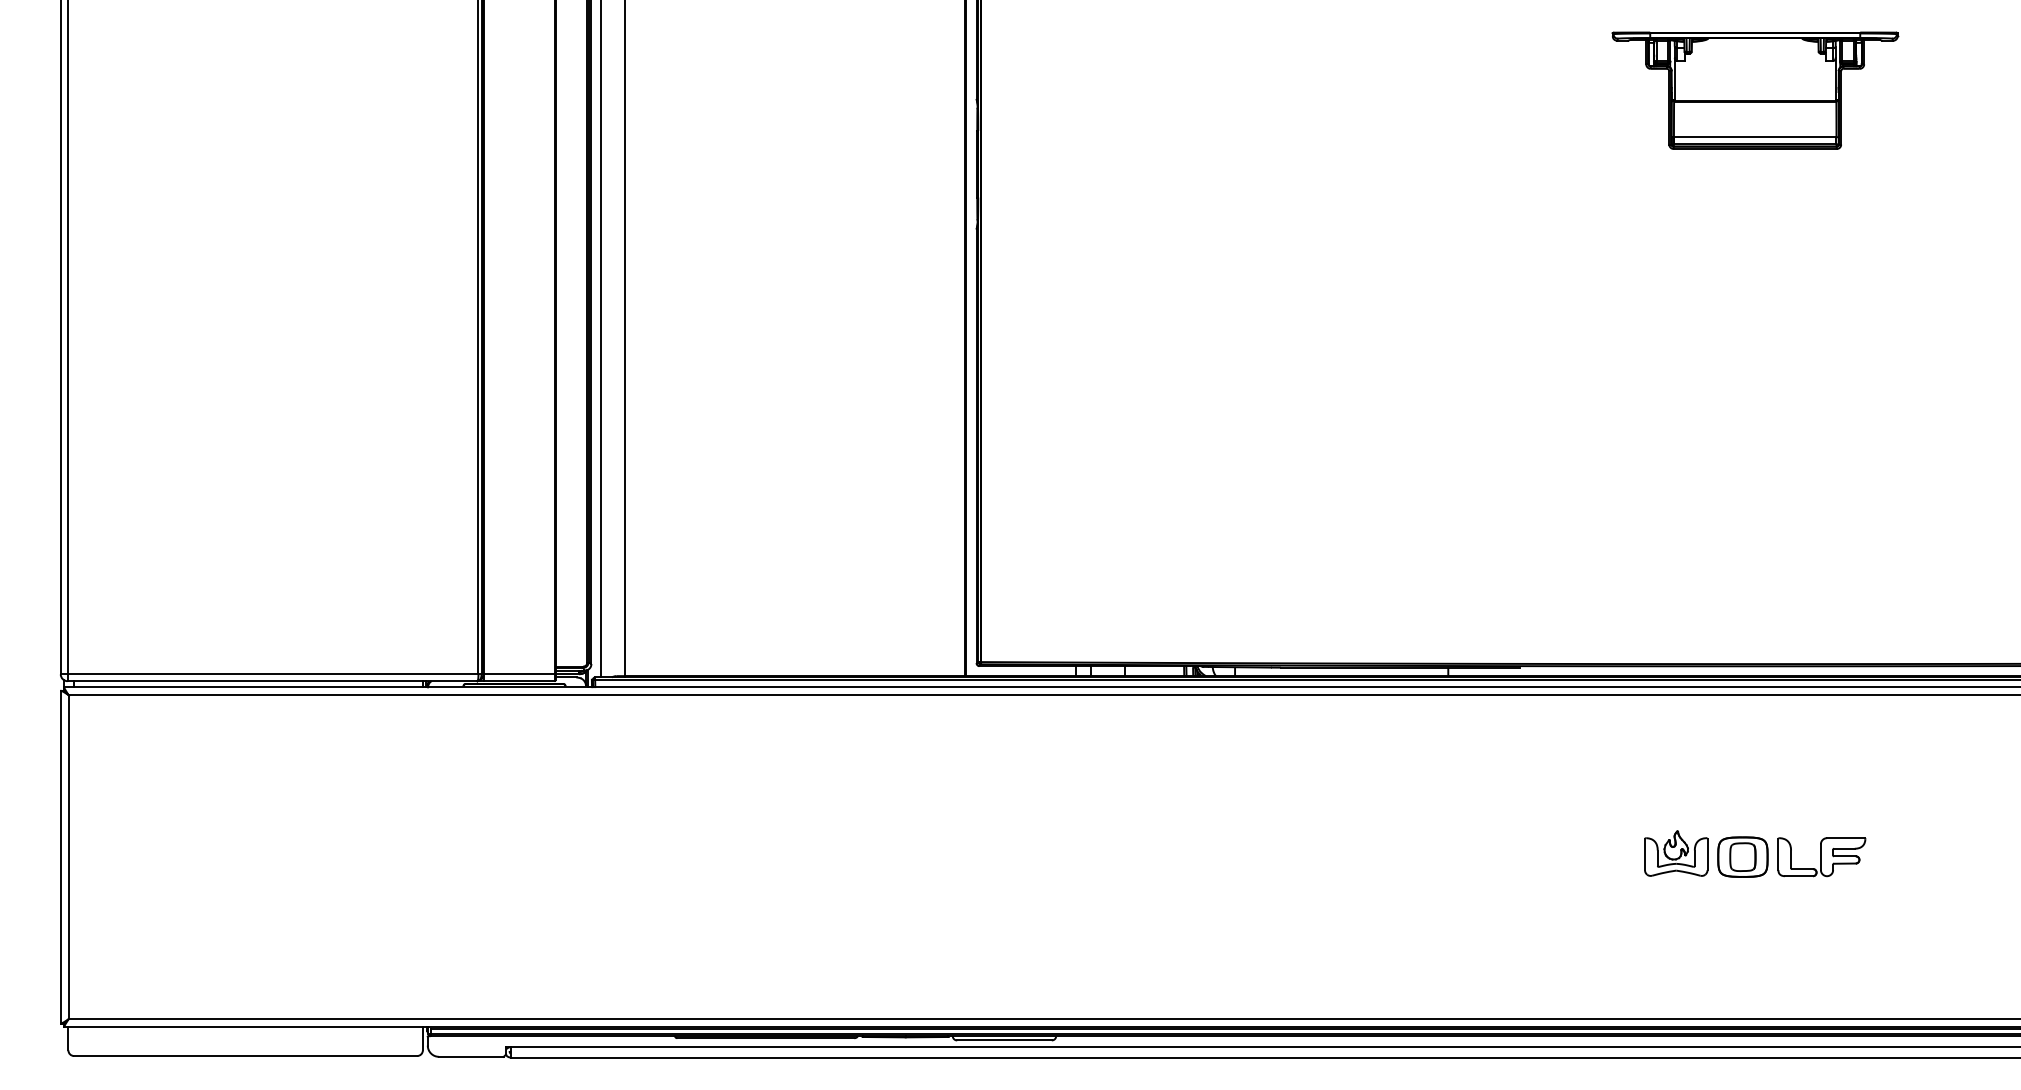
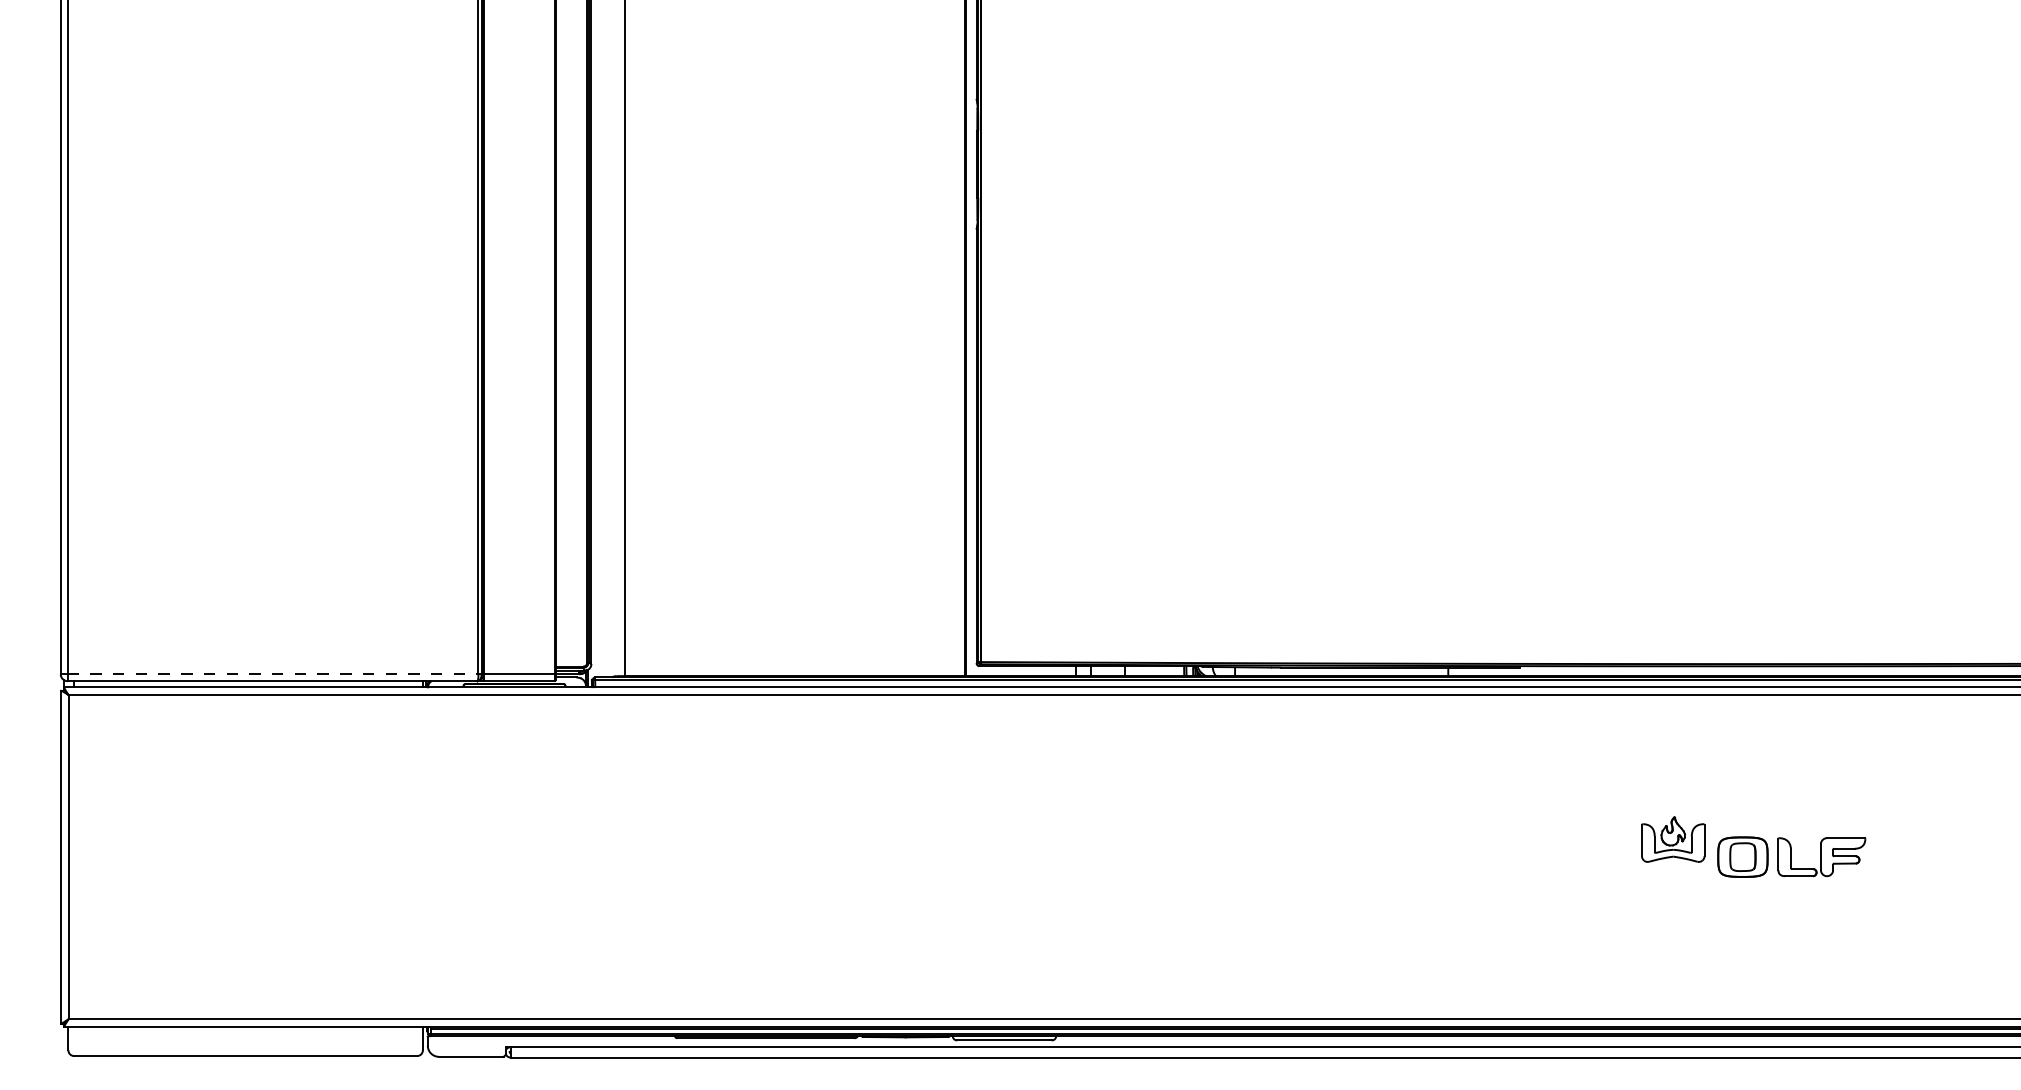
part at (1755, 90): present -> none
line at (601, 339): present -> none
line at (273, 674): solid -> dashed
part at (1676, 853) position: (1676, 853) -> (1673, 839)
